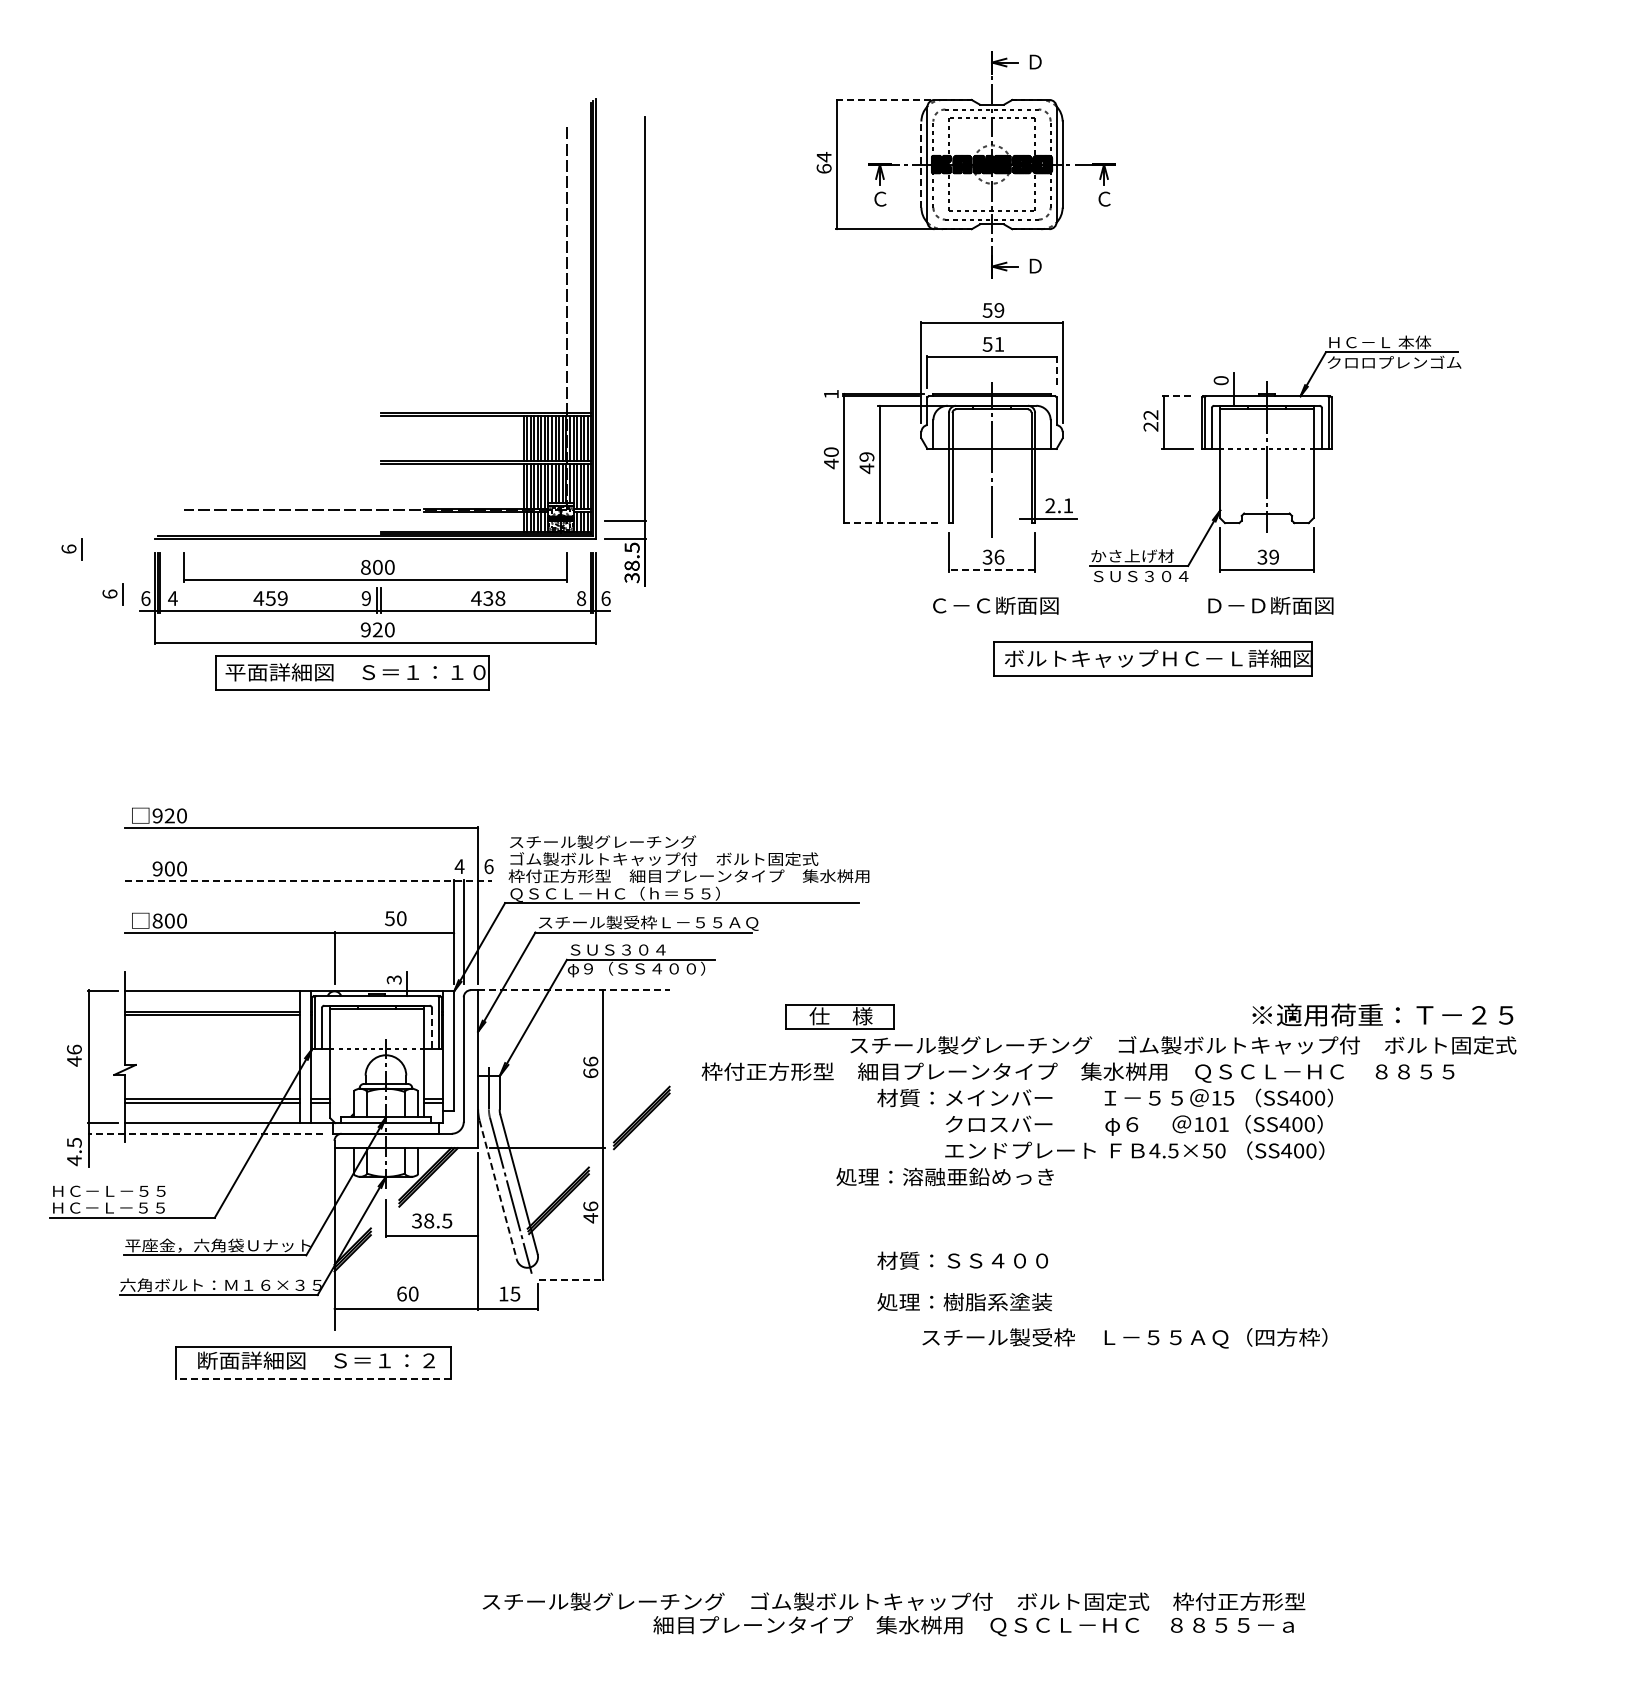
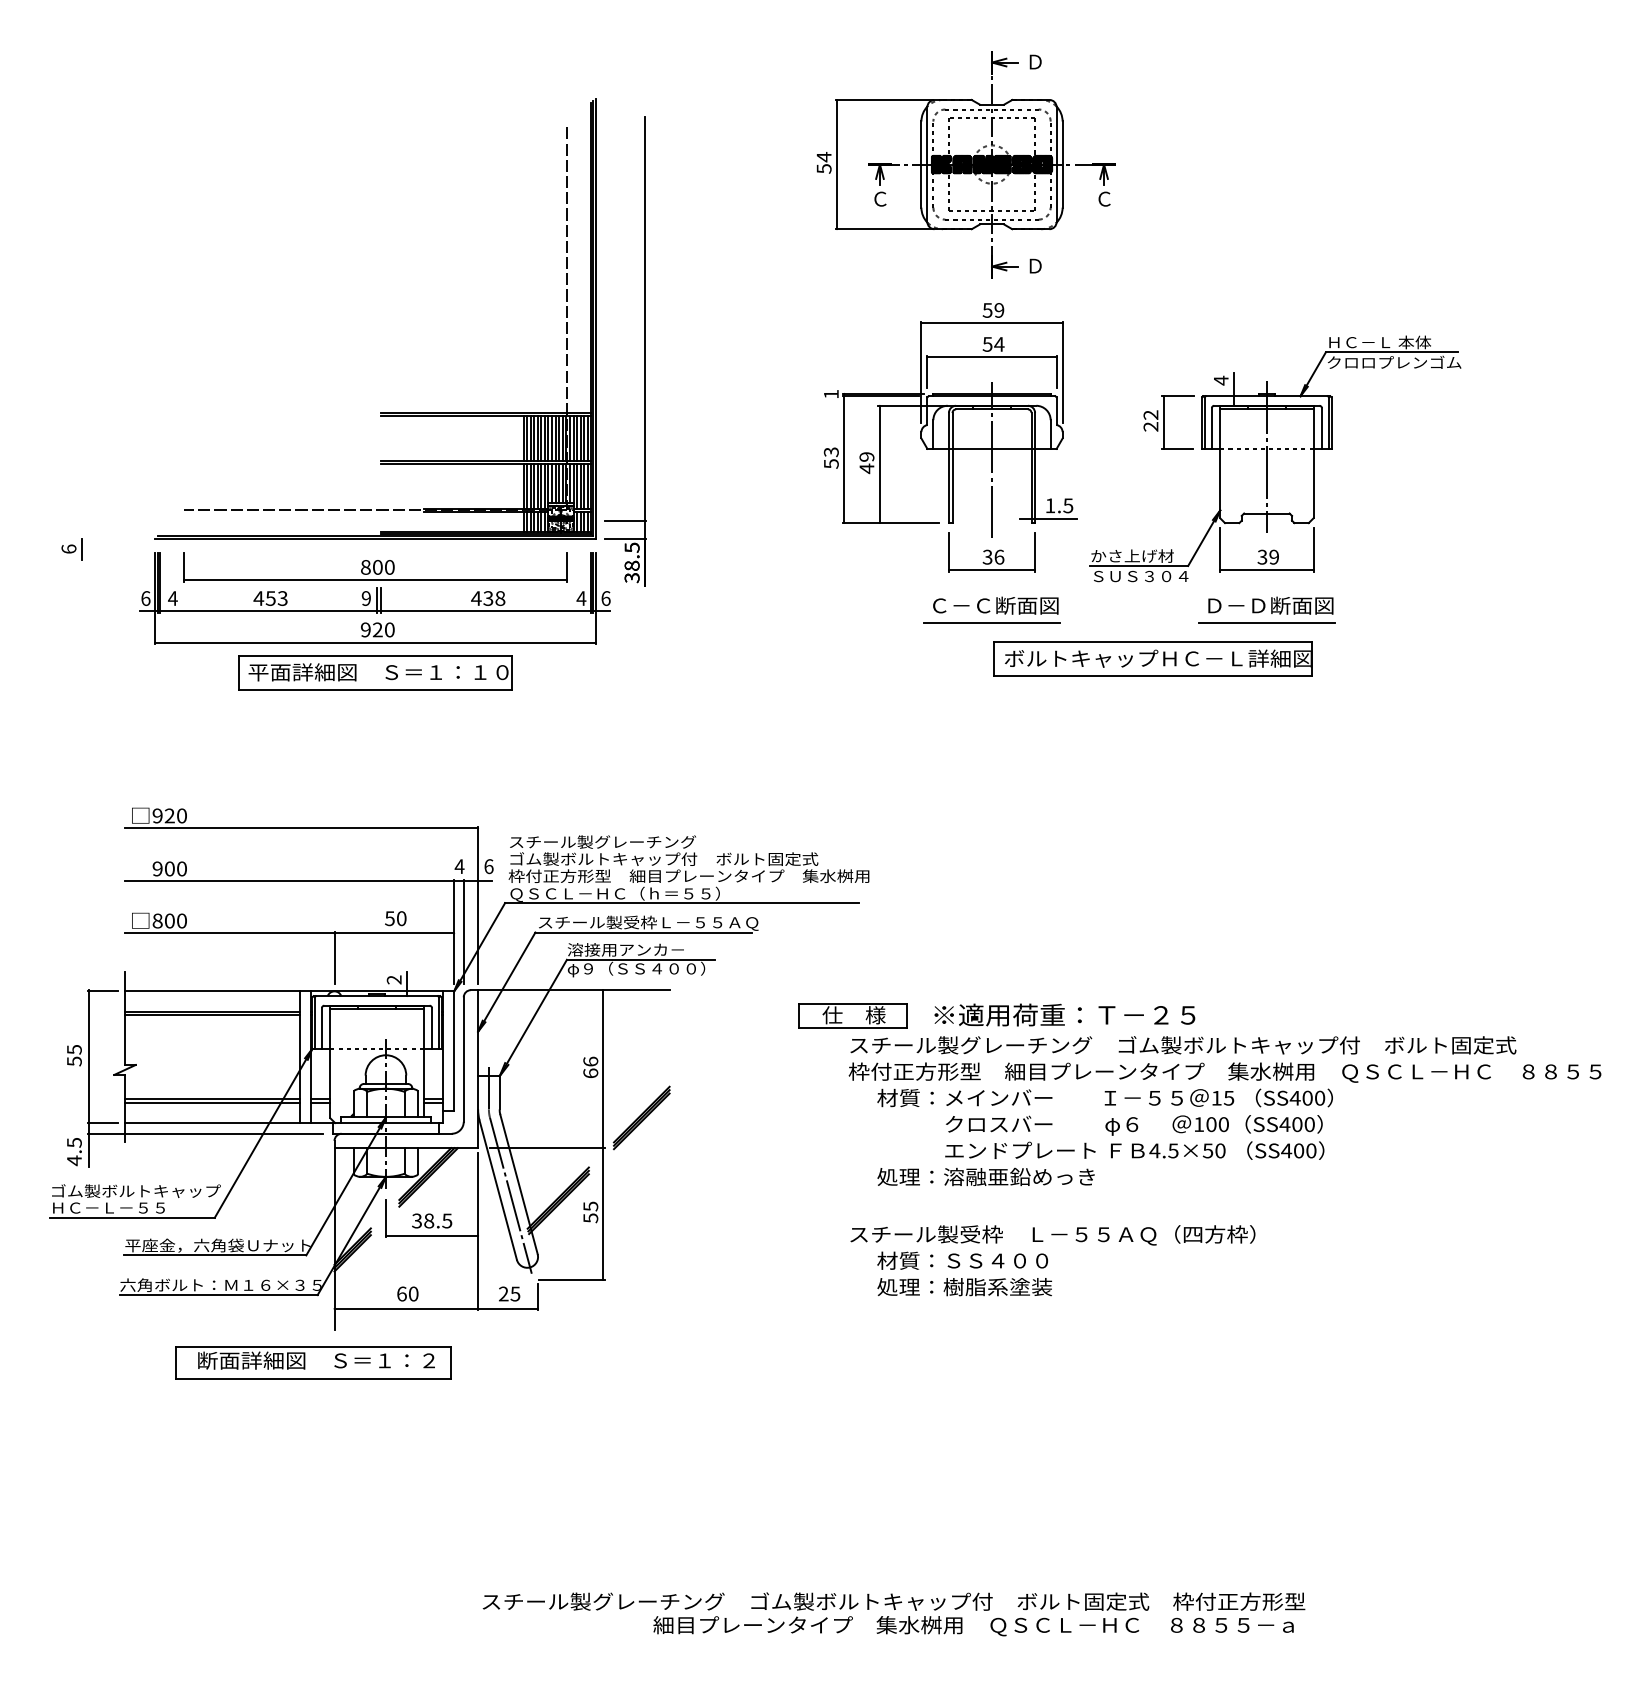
line at (884, 99): dashed -> solid
line at (921, 164): dashed -> solid
text at (823, 168): 64 -> 54
text at (999, 344): 51 -> 54
line at (1056, 371): dashed -> solid
text at (1220, 380): 0 -> 4
line at (1178, 396): dashed -> solid
text at (831, 458): 40 -> 53
text at (1059, 505): 2.1 -> 1.5
line at (891, 523): dashed -> solid
line at (991, 570): dashed -> solid
part at (112, 594): present -> none
text at (282, 598): 459 -> 453
text at (581, 598): 8 -> 4
line at (991, 623): none -> present
line at (1266, 623): none -> present
part at (352, 672) position: (352, 672) -> (375, 672)
line at (308, 881): dashed -> solid
text at (625, 949): ＳＵＳ３０４ -> 溶接用アンカ－
text at (394, 979): 3 -> 2
line at (573, 990): dashed -> solid
text at (1382, 1014) position: (1382, 1014) -> (1064, 1014)
part at (839, 1016) position: (839, 1016) -> (852, 1015)
line at (432, 1028): dashed -> solid
text at (74, 1055): 46 -> 55
text at (1077, 1072) position: (1077, 1072) -> (1224, 1072)
text at (1223, 1124): 101 -> 100
line at (204, 1133): dashed -> solid
text at (944, 1176) position: (944, 1176) -> (985, 1176)
text at (136, 1190): ＨＣ－Ｌ－５５ -> ゴム製ボルトキャップ
line at (498, 1190): dashed -> solid
text at (590, 1212): 46 -> 55
line at (571, 1279): dashed -> solid
text at (503, 1293): 15 -> 25
text at (964, 1302) position: (964, 1302) -> (964, 1287)
text at (1124, 1338) position: (1124, 1338) -> (1052, 1235)
line at (313, 1378): dashed -> solid
